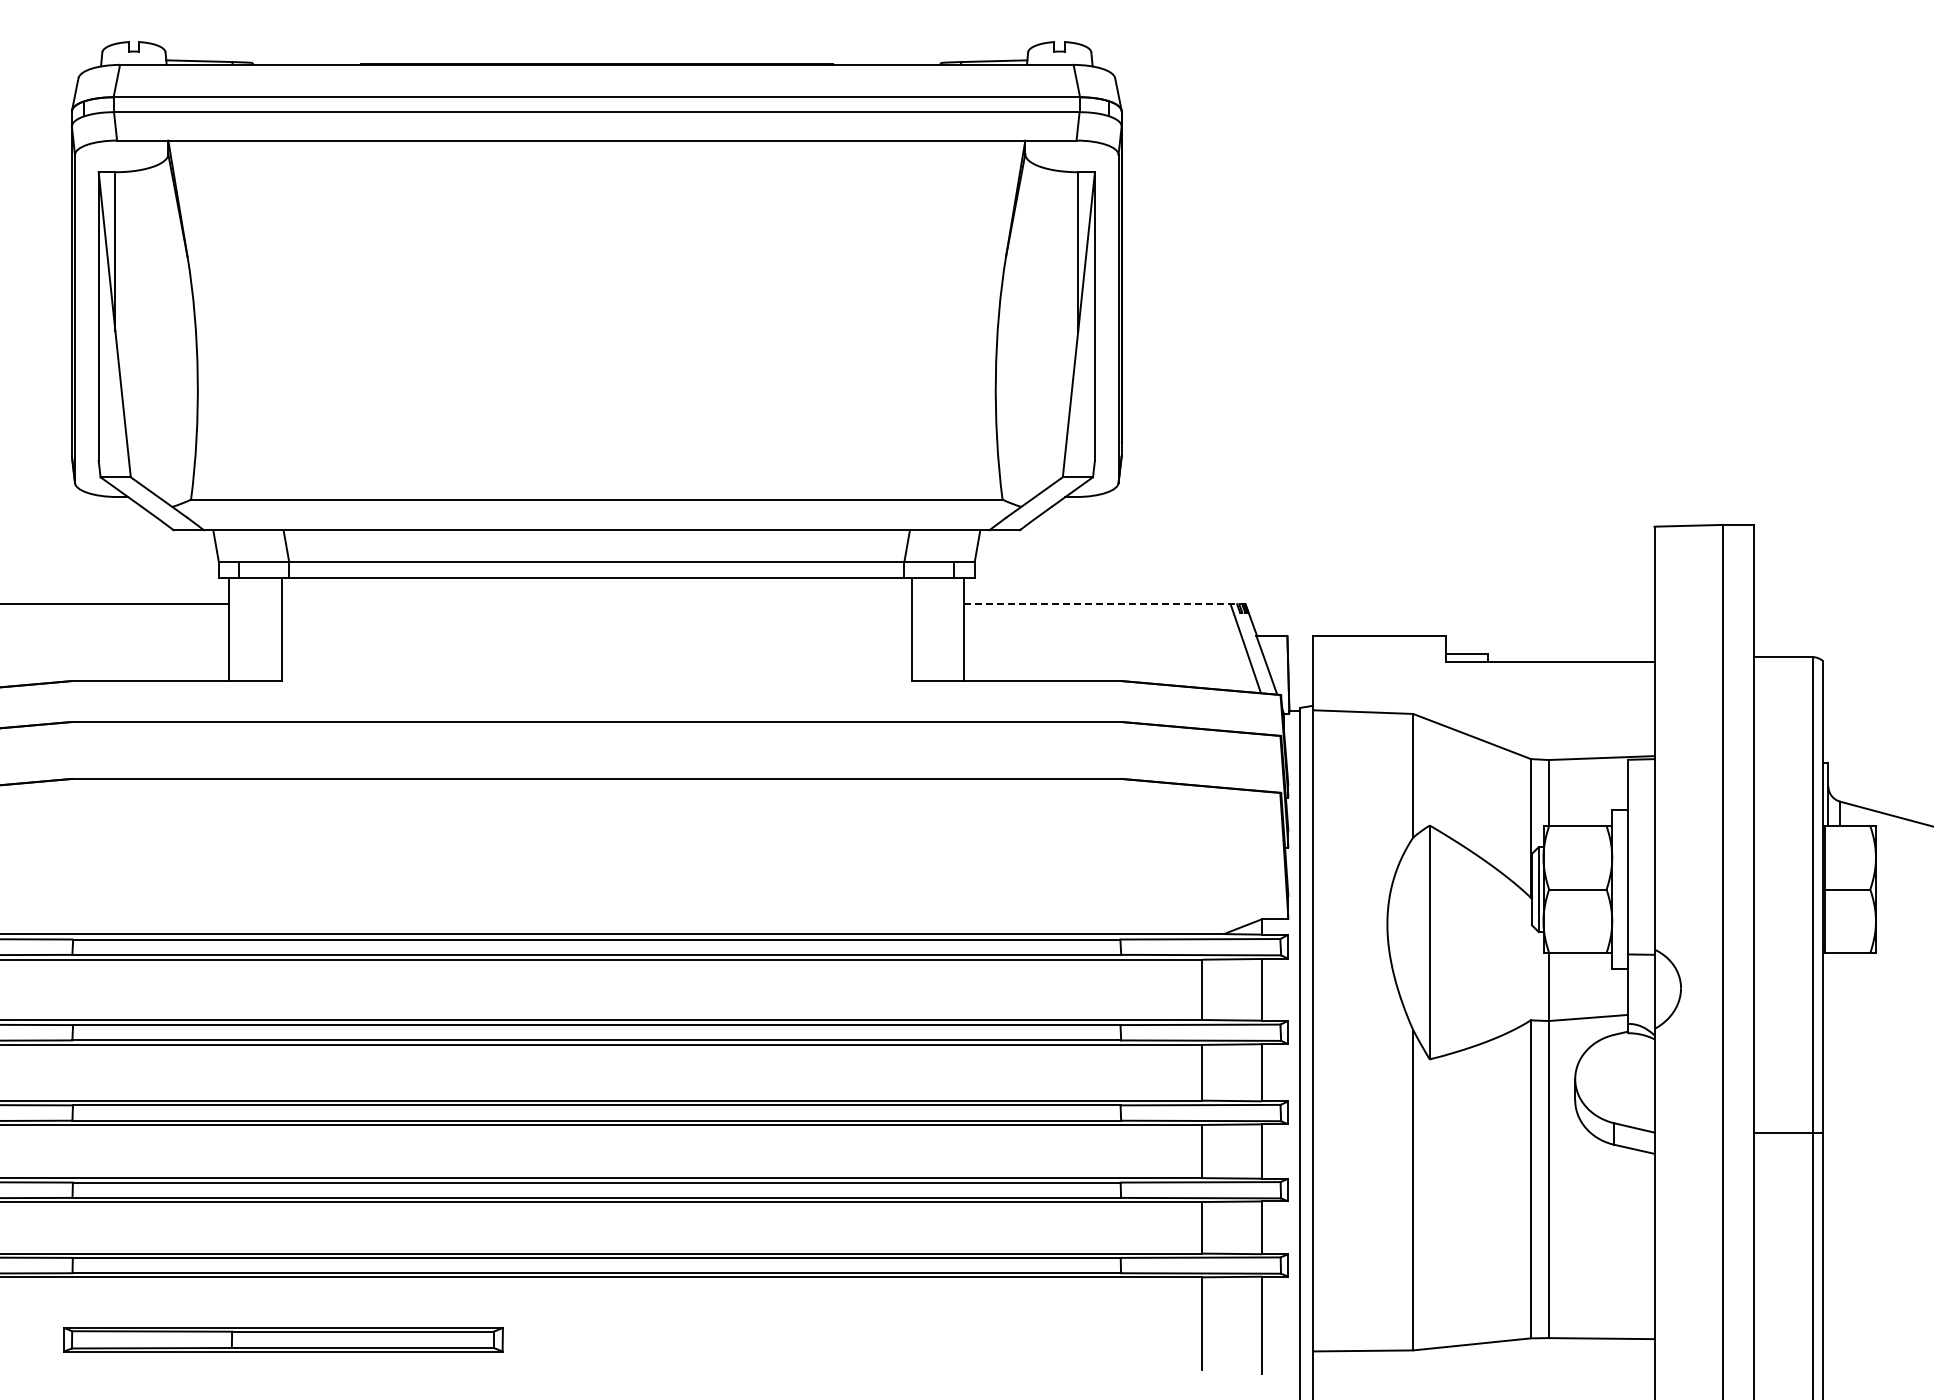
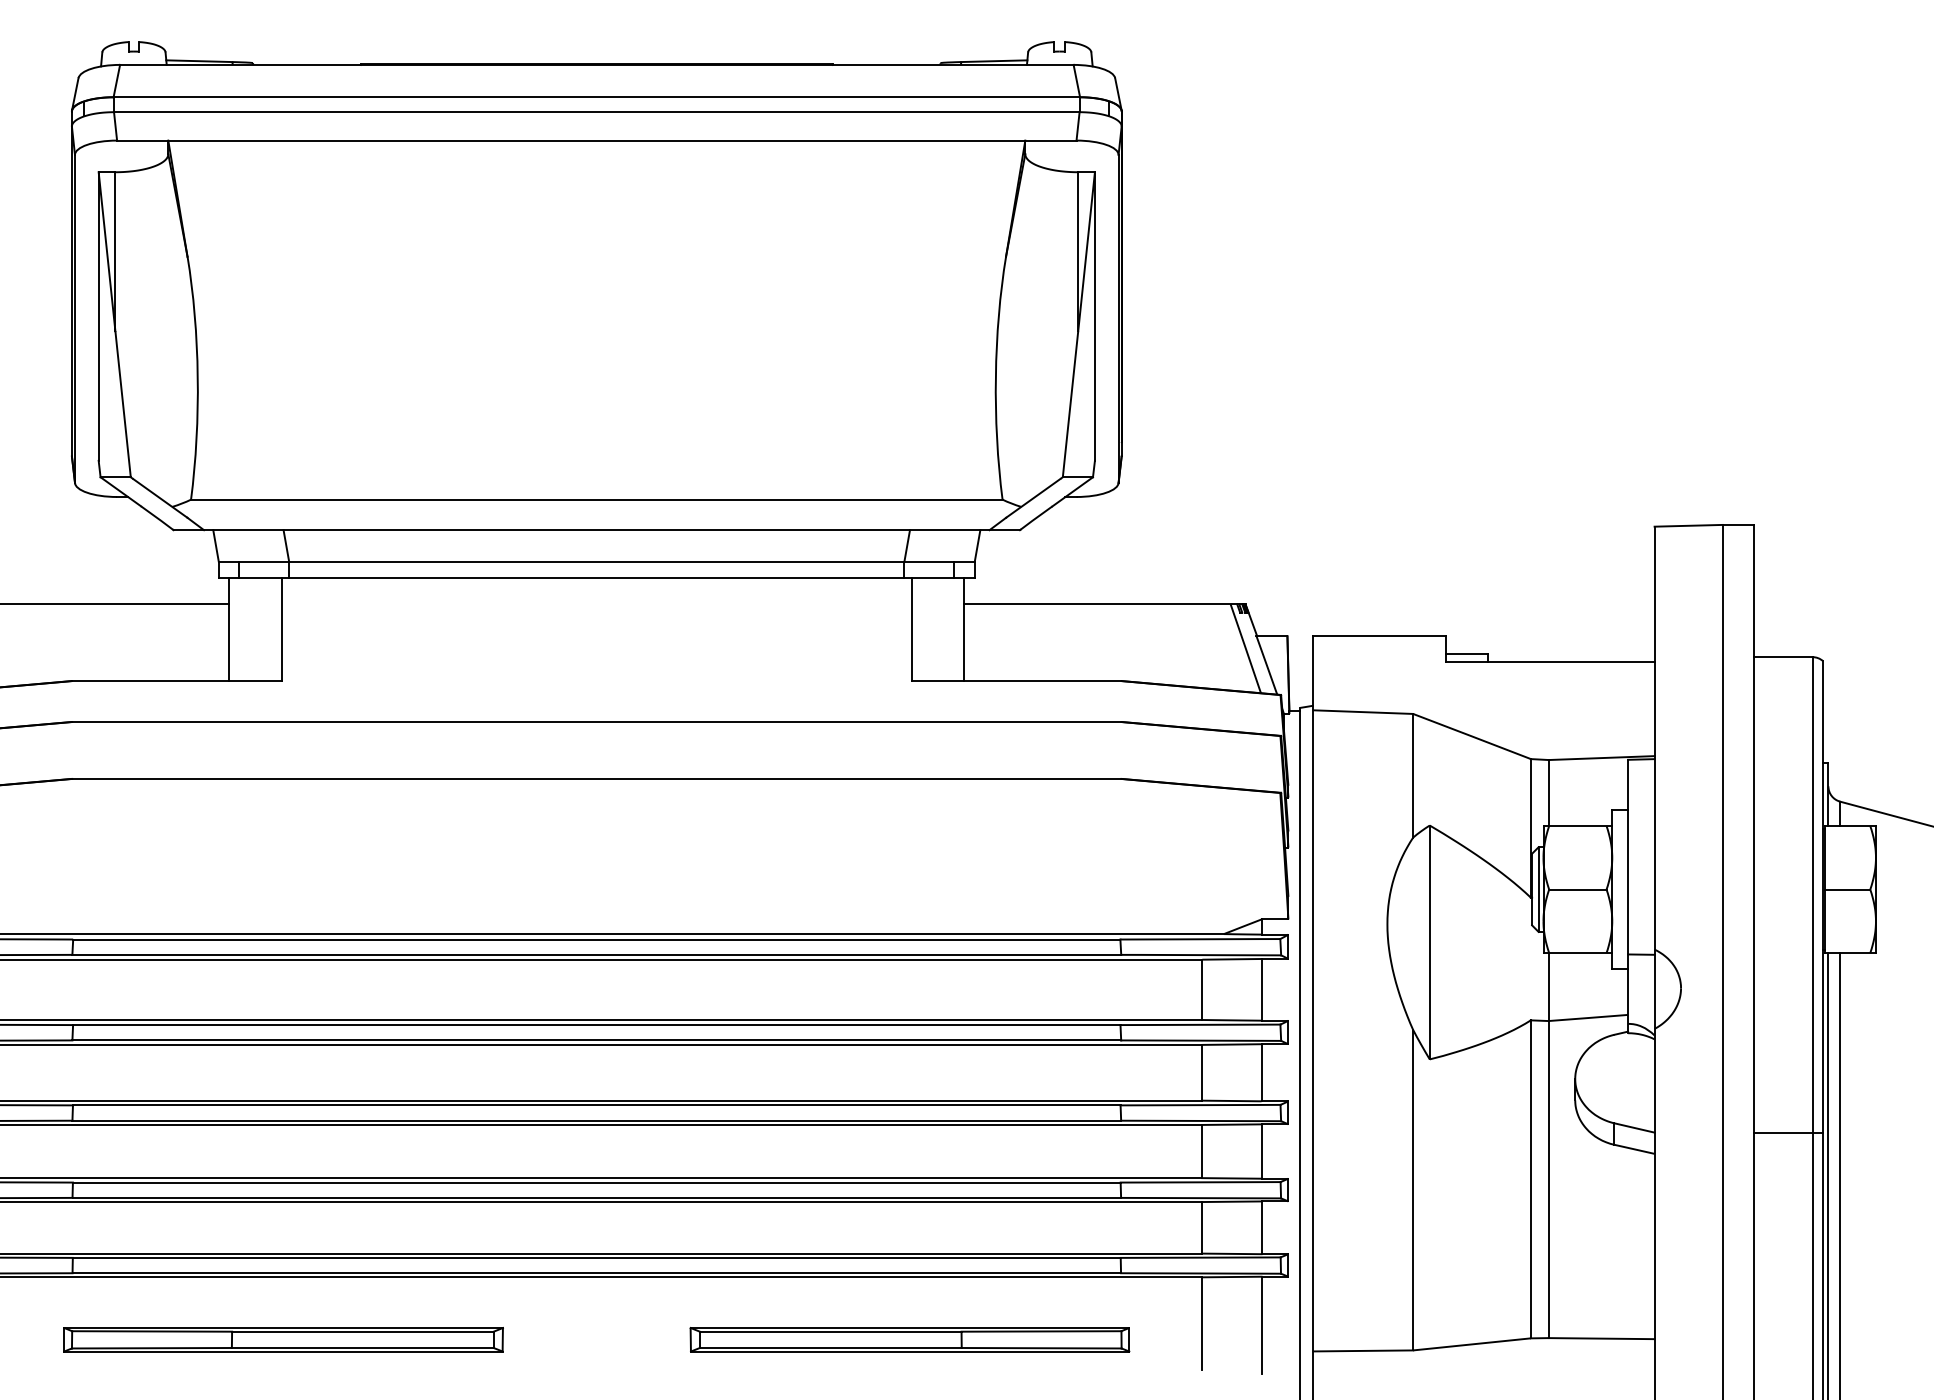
line at (1105, 604): dashed -> solid
line at (1828, 1174): none -> present
line at (1840, 1174): none -> present
part at (909, 1339): none -> present
